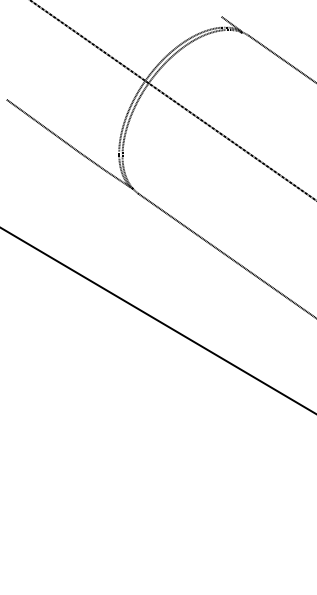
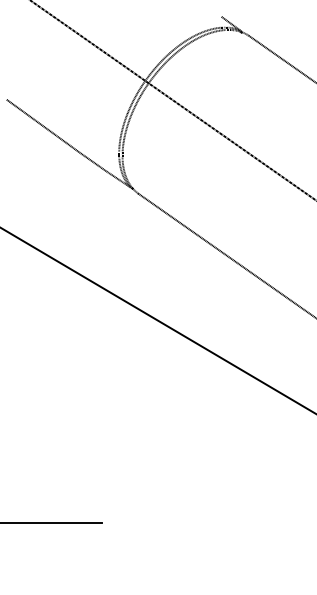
line at (52, 523): none -> present
